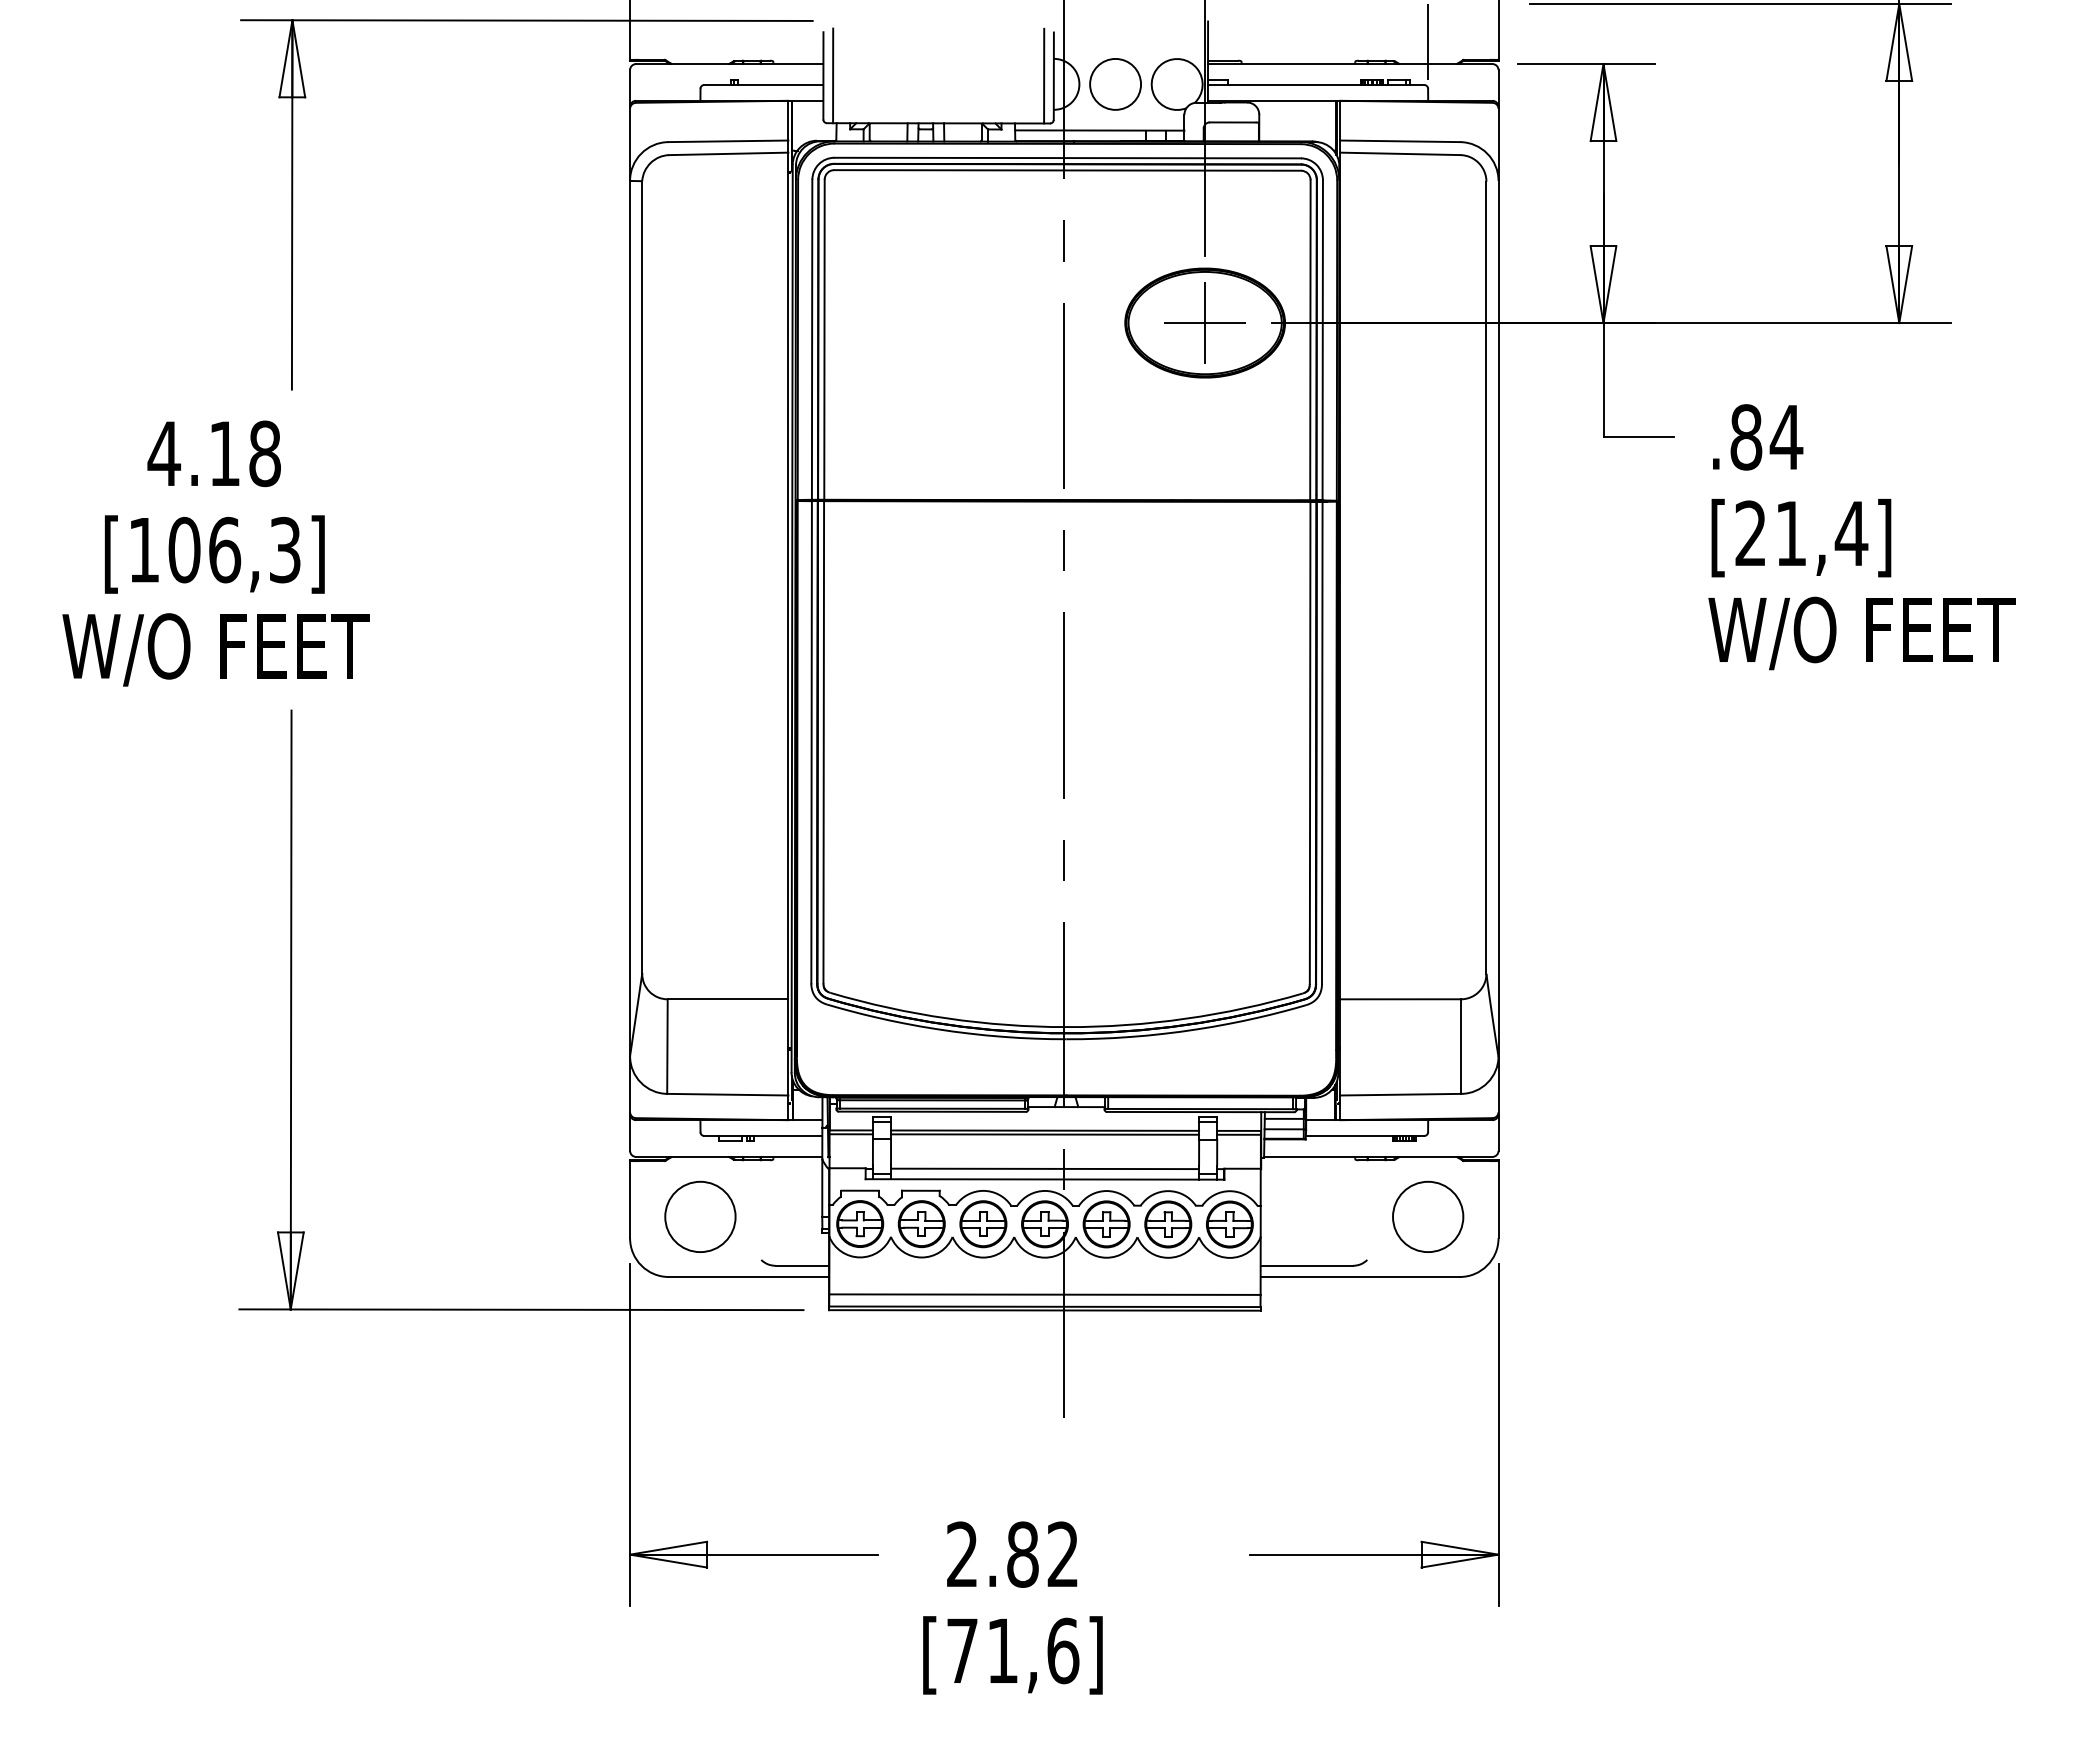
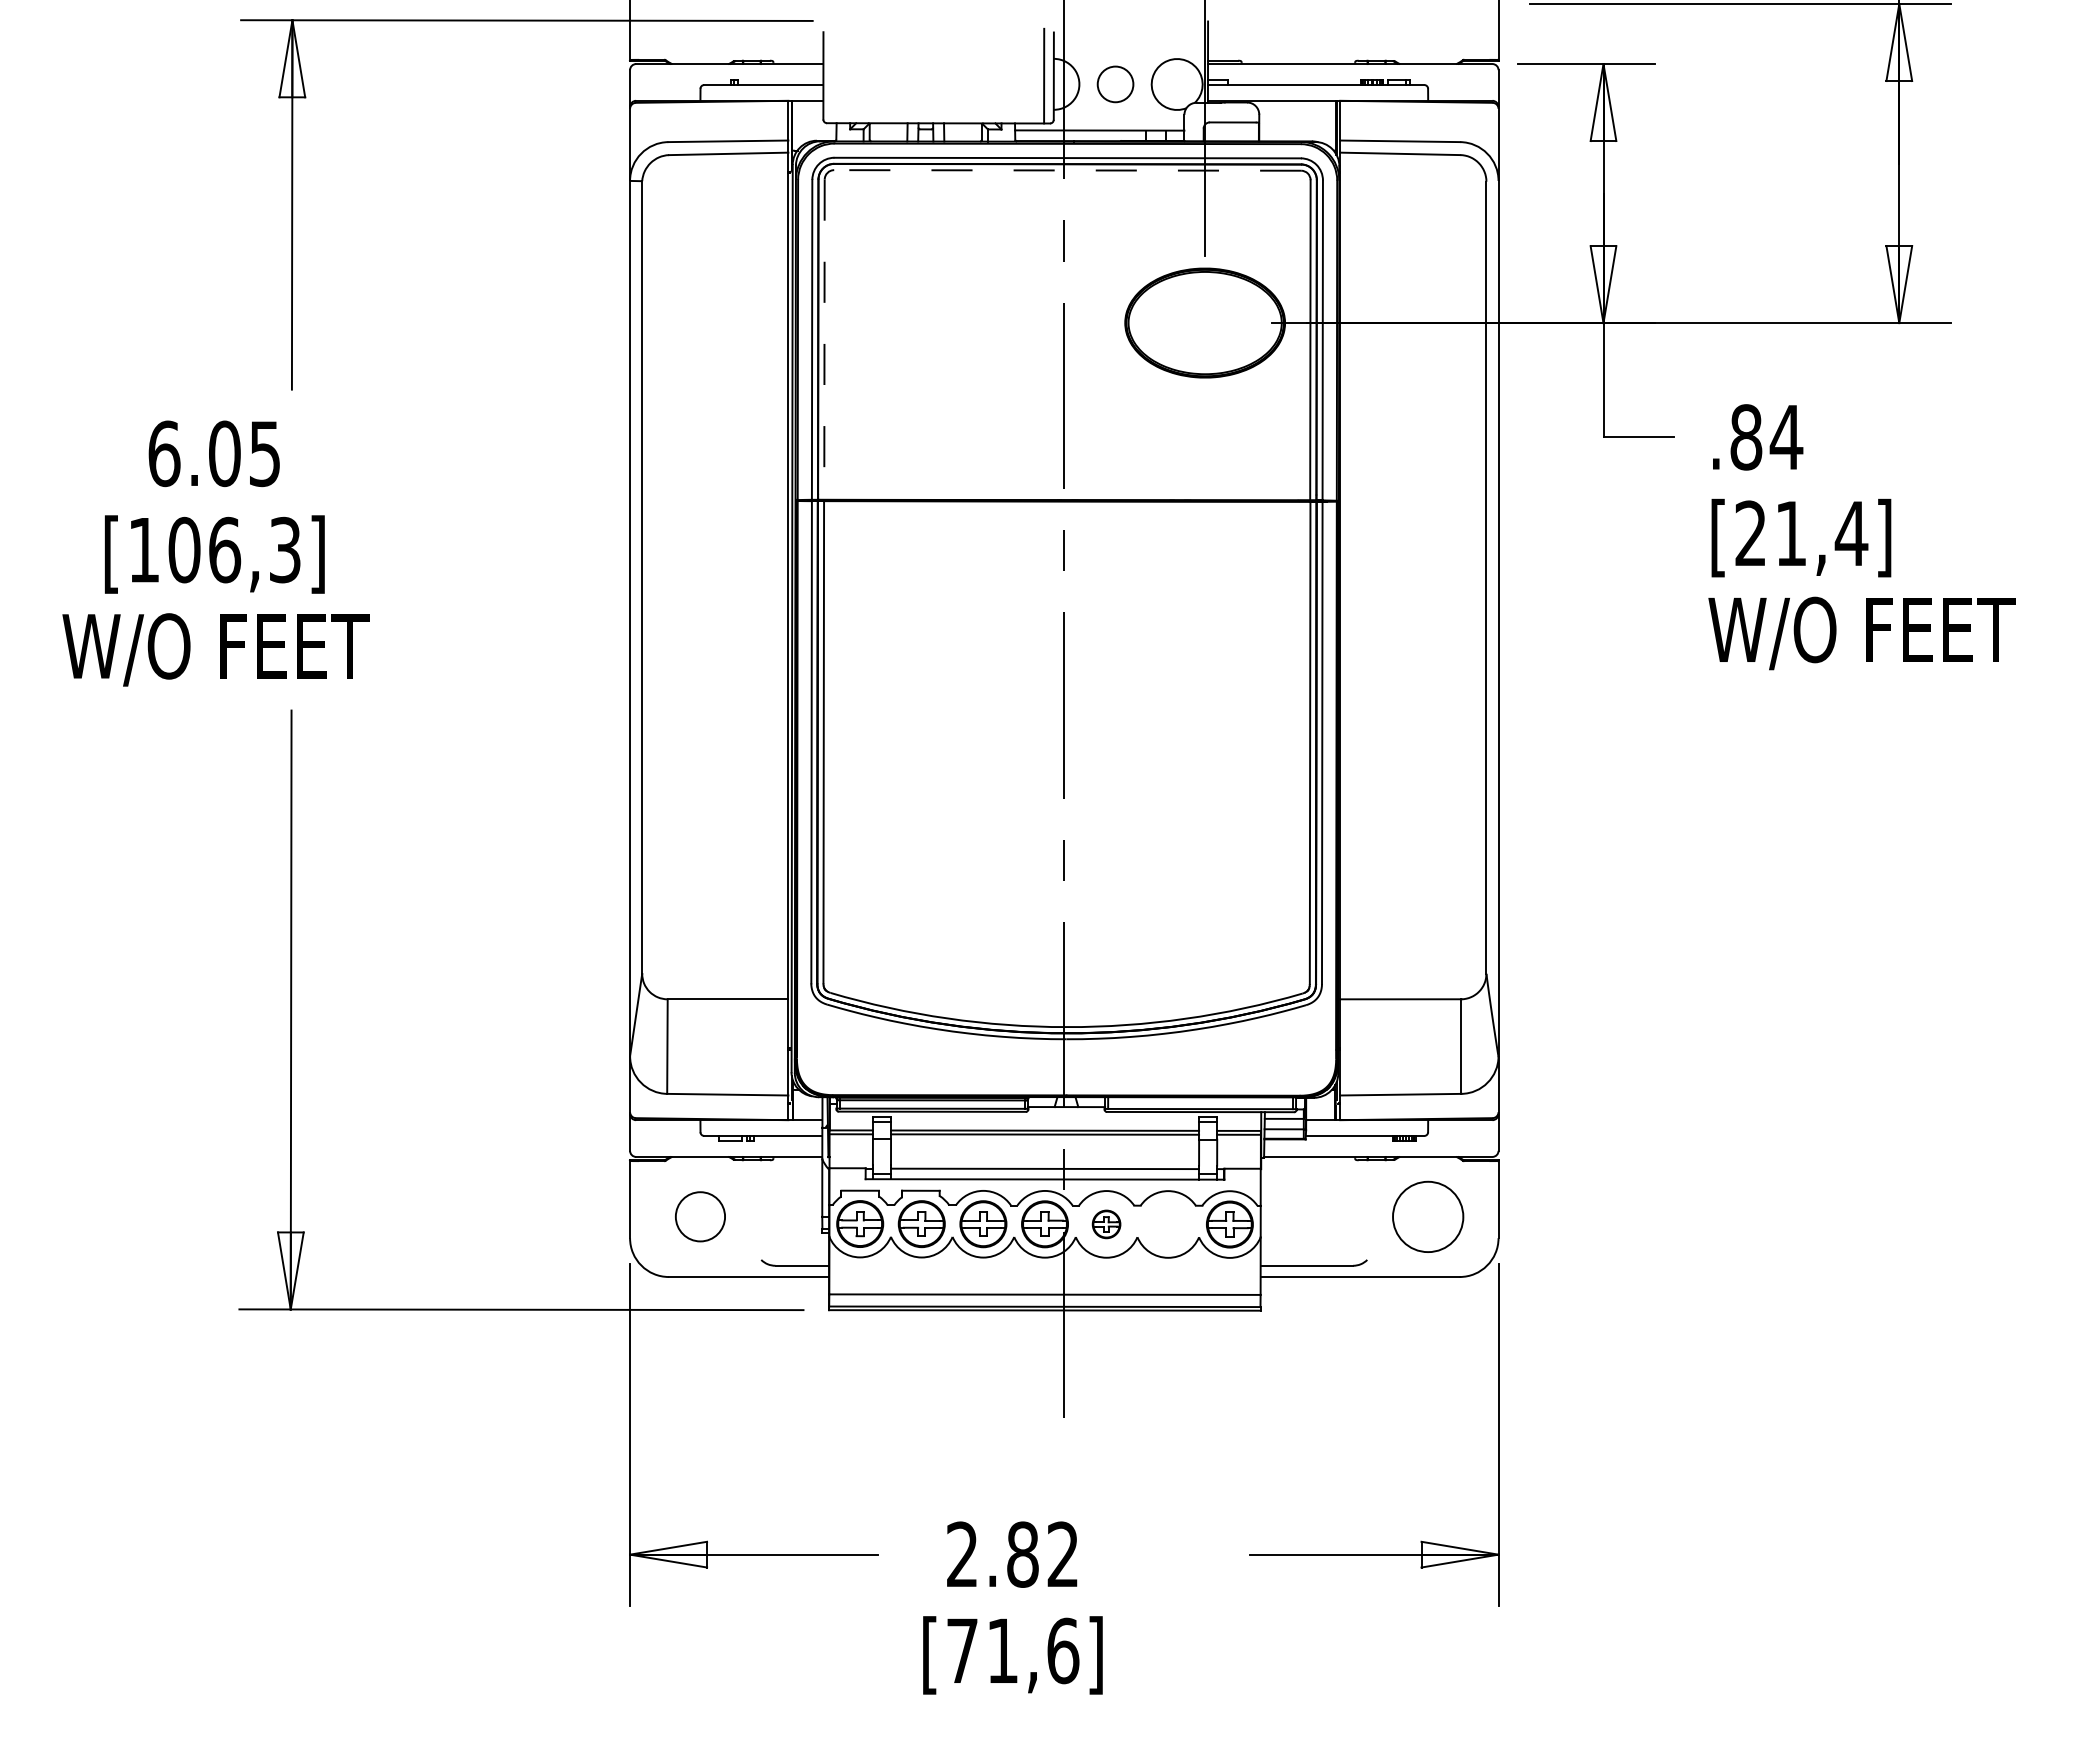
line at (1428, 42): present -> none
line at (833, 75): present -> none
circle at (1115, 83) diameter: 51 px -> 36 px
line at (1067, 170): solid -> dashed
part at (1204, 322): present -> none
line at (824, 340): solid -> dashed
text at (213, 453): 4.18 -> 6.05
circle at (700, 1216) size: 73x73 px -> 51x52 px
part at (1106, 1224) size: 49x49 px -> 31x31 px
part at (1168, 1224): present -> none
